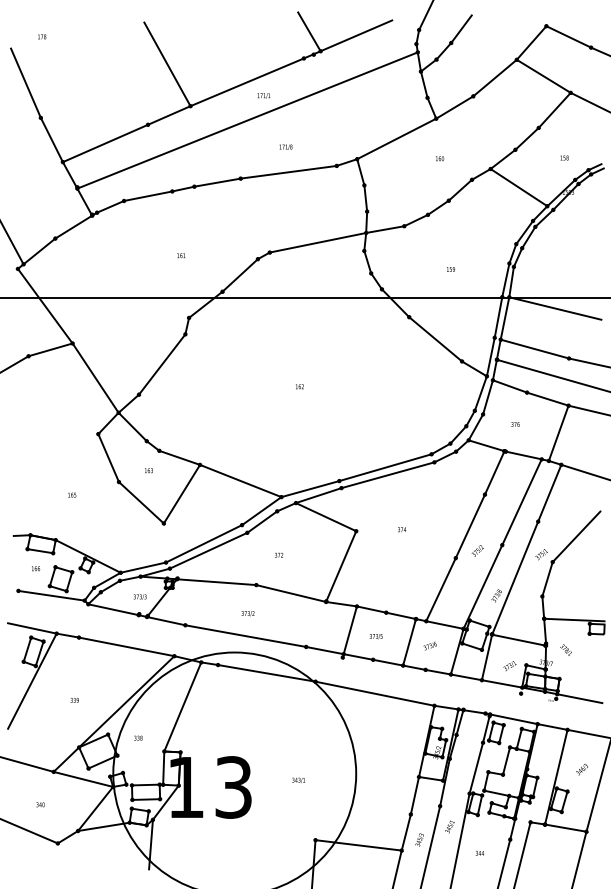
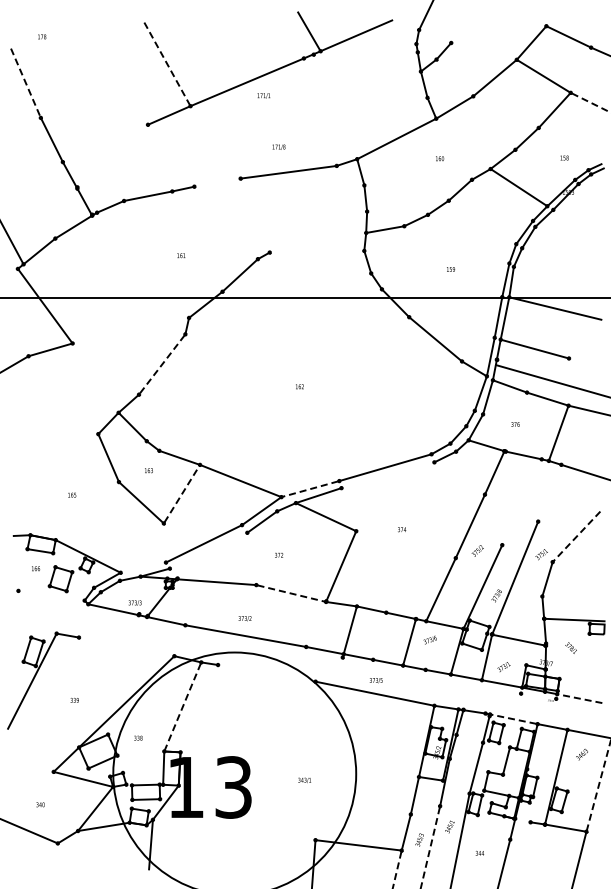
line at (461, 28): present -> none
line at (167, 64): solid -> dashed
line at (25, 83): solid -> dashed
line at (591, 103): solid -> dashed
line at (247, 120): present -> none
line at (105, 143): present -> none
text at (285, 146) position: (285, 146) -> (278, 146)
line at (217, 182): present -> none
line at (317, 242): present -> none
line at (588, 362): present -> none
line at (162, 364): solid -> dashed
line at (552, 375) position: (552, 375) -> (551, 380)
line at (95, 377): present -> none
line at (387, 474): present -> none
line at (310, 489): solid -> dashed
line at (549, 492): present -> none
line at (182, 493): solid -> dashed
line at (521, 502): present -> none
line at (576, 536): solid -> dashed
line at (208, 550): present -> none
line at (142, 567): present -> none
line at (291, 593): solid -> dashed
line at (51, 595): present -> none
text at (139, 596) position: (139, 596) -> (134, 602)
text at (247, 613) position: (247, 613) -> (244, 618)
line at (31, 628): present -> none
text at (375, 636) position: (375, 636) -> (375, 680)
text at (429, 645) position: (429, 645) -> (429, 639)
line at (126, 646): present -> none
text at (565, 649) position: (565, 649) -> (570, 647)
text at (509, 666) position: (509, 666) -> (503, 667)
line at (266, 673): present -> none
line at (579, 698): solid -> dashed
line at (182, 707): solid -> dashed
line at (513, 719): solid -> dashed
line at (27, 764): present -> none
text at (581, 769) position: (581, 769) -> (581, 754)
text at (298, 779) position: (298, 779) -> (304, 779)
line at (598, 785): solid -> dashed
line at (430, 848): solid -> dashed
line at (522, 854): present -> none
line at (397, 870): solid -> dashed
